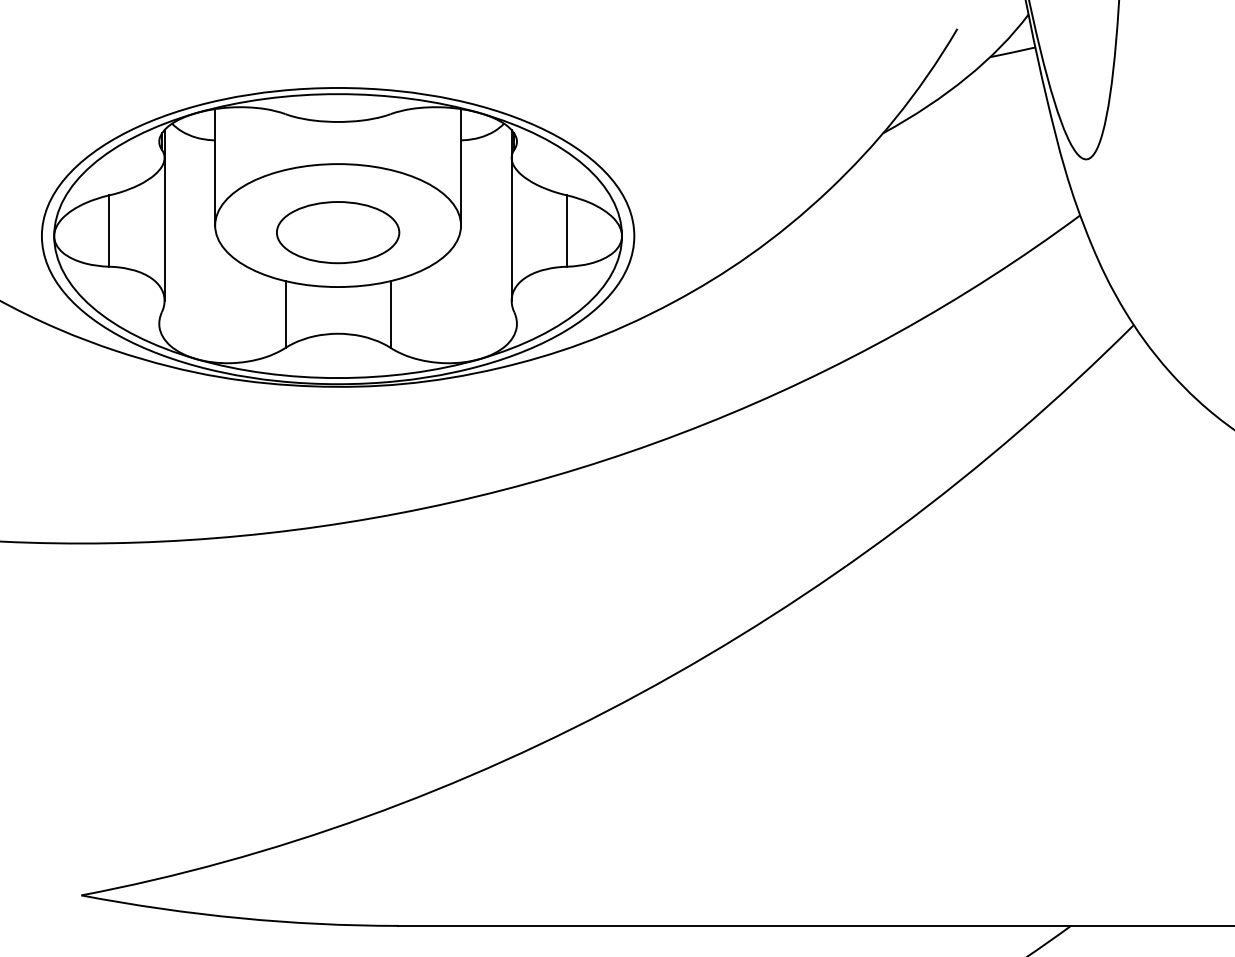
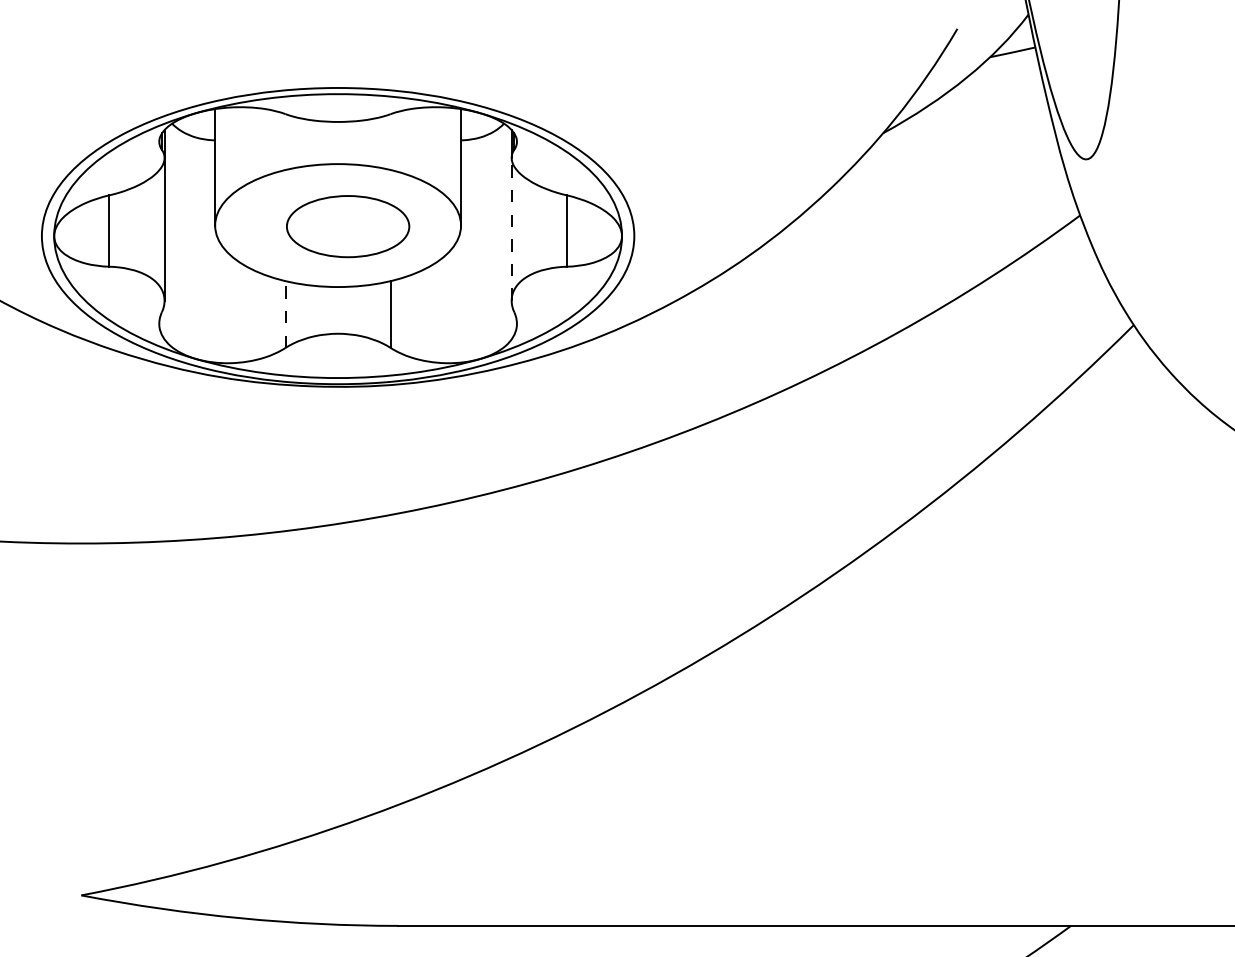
line at (511, 228): solid -> dashed
part at (338, 232) position: (338, 232) -> (348, 226)
line at (285, 314): solid -> dashed
